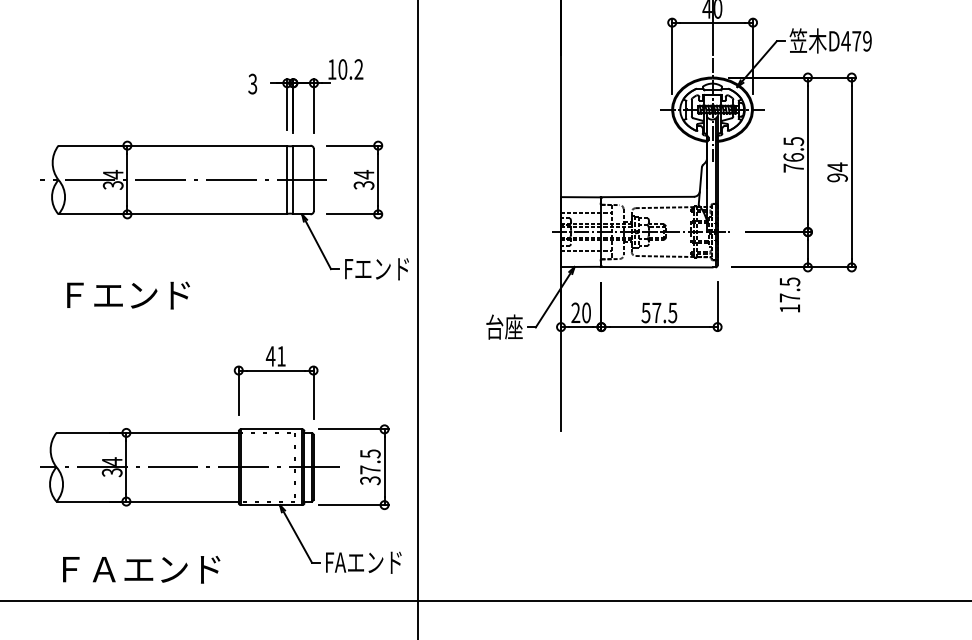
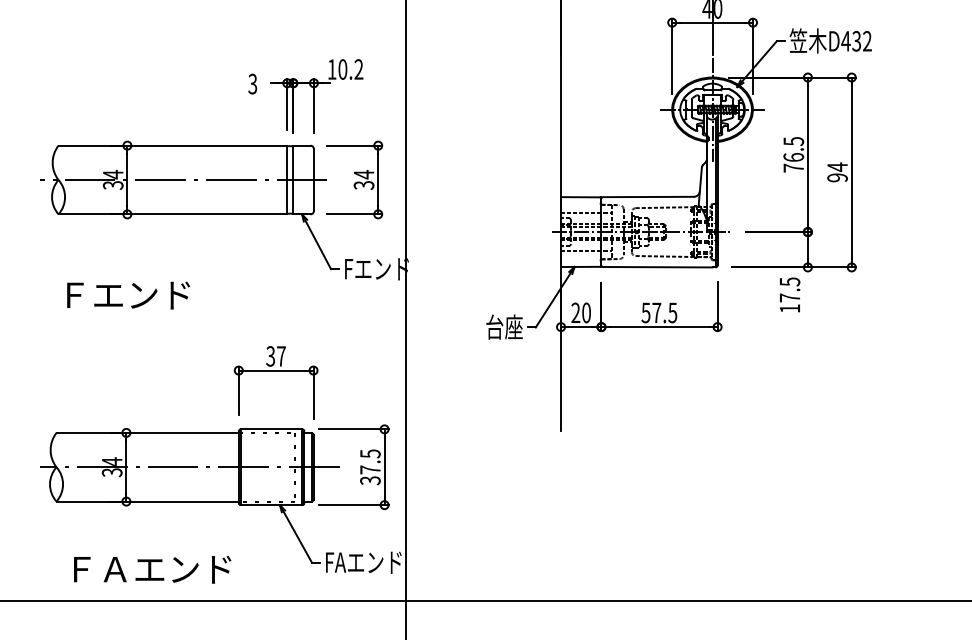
text at (861, 41): D479 -> D432
line at (418, 319) position: (418, 319) -> (406, 319)
text at (275, 356): 41 -> 37
text at (141, 569) position: (141, 569) -> (152, 569)
